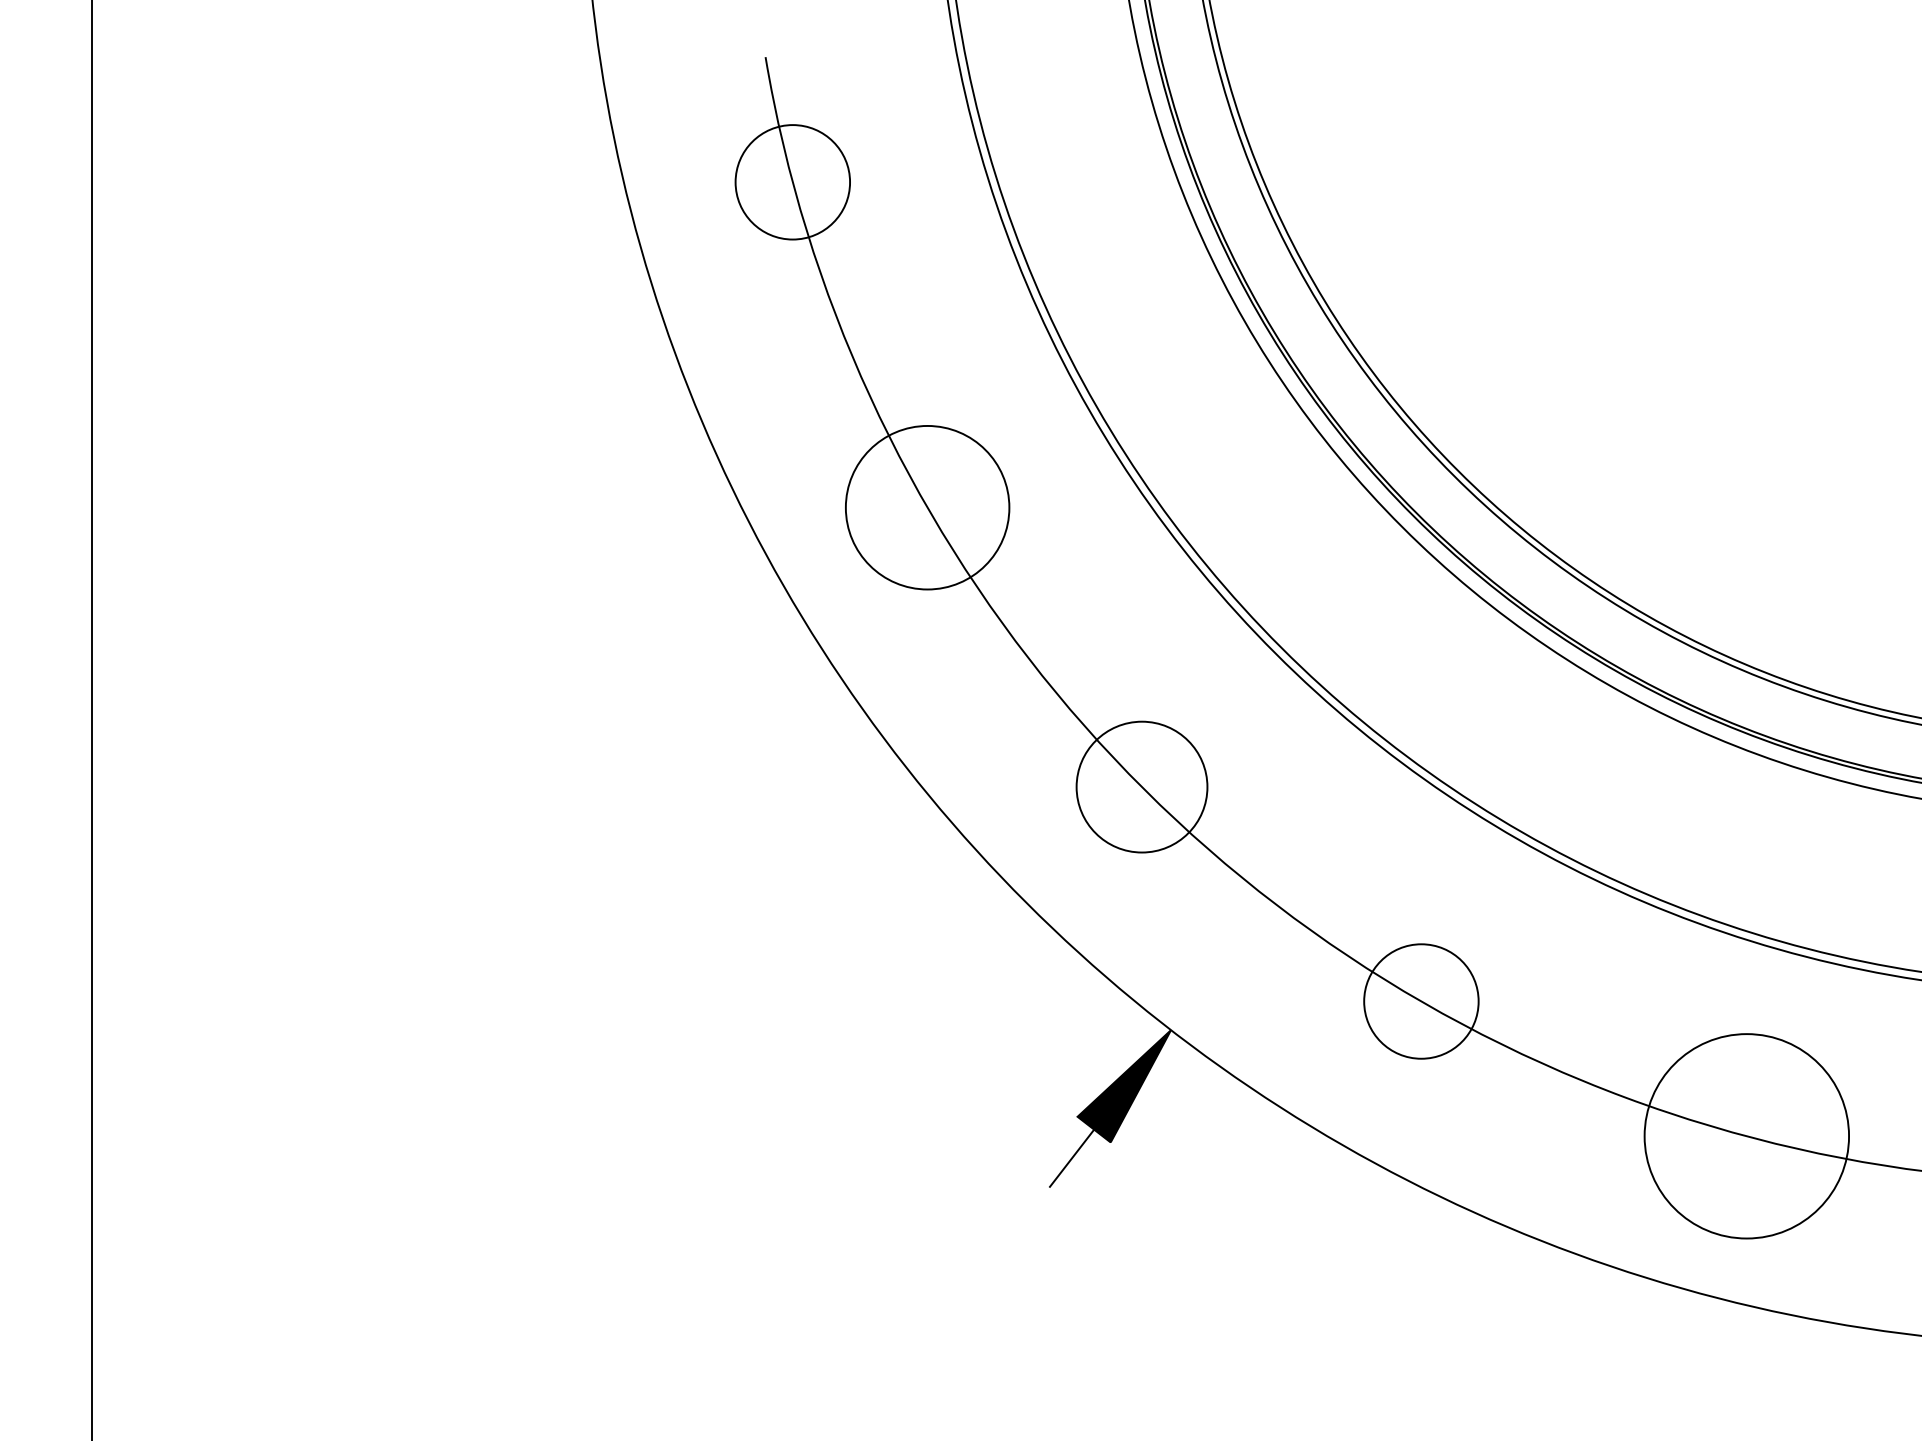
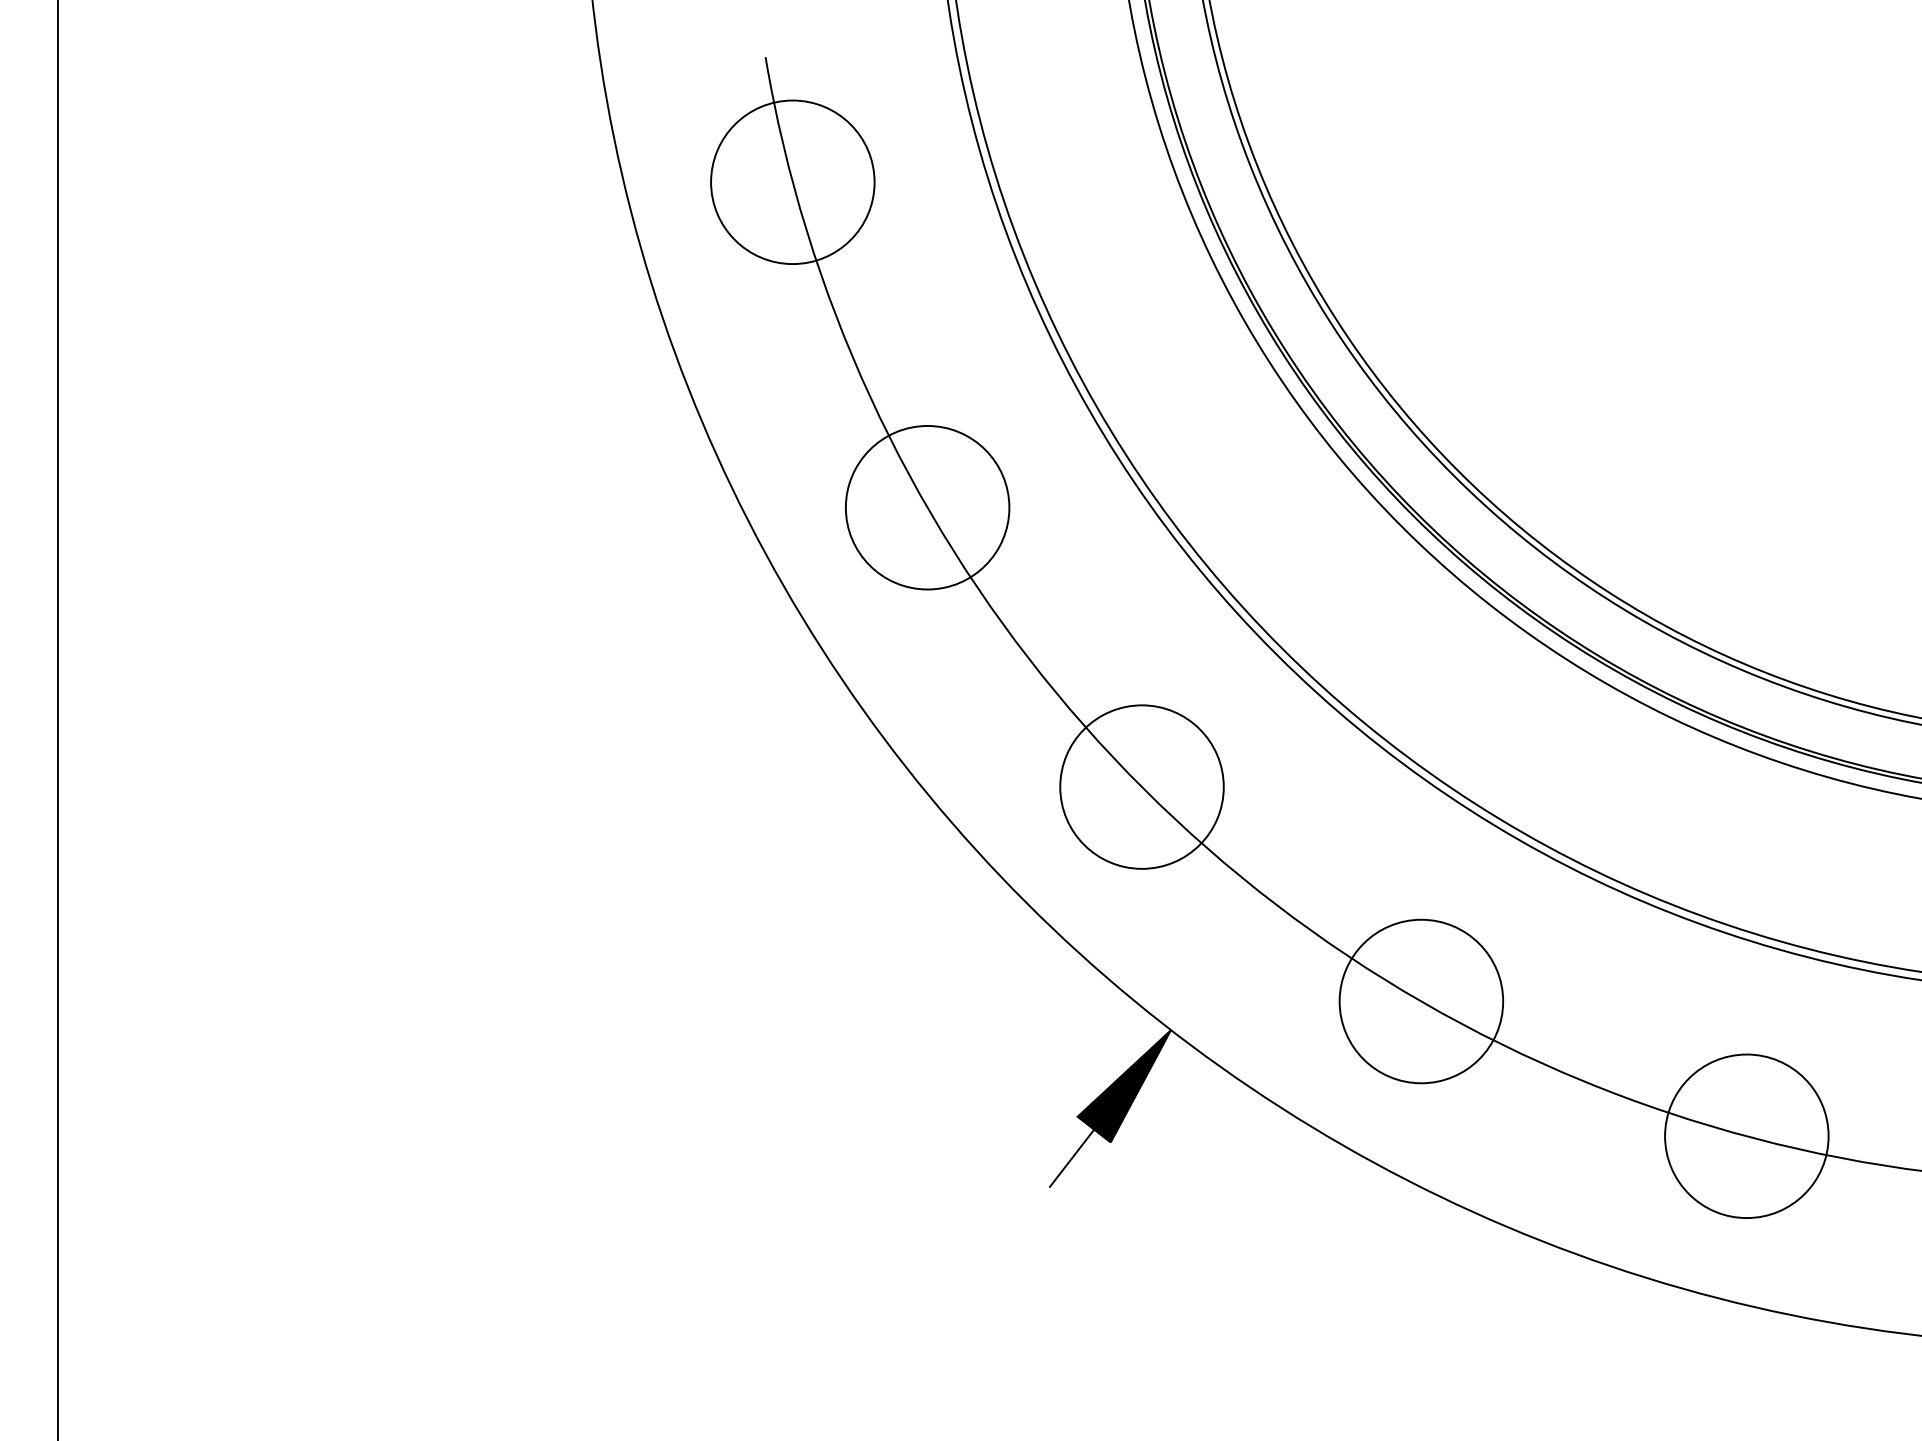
circle at (792, 182) diameter: 114 px -> 164 px
line at (91, 719) position: (91, 719) -> (57, 719)
circle at (1141, 786) diameter: 131 px -> 164 px
circle at (1421, 1001) diameter: 114 px -> 164 px
circle at (1746, 1136) diameter: 204 px -> 164 px
